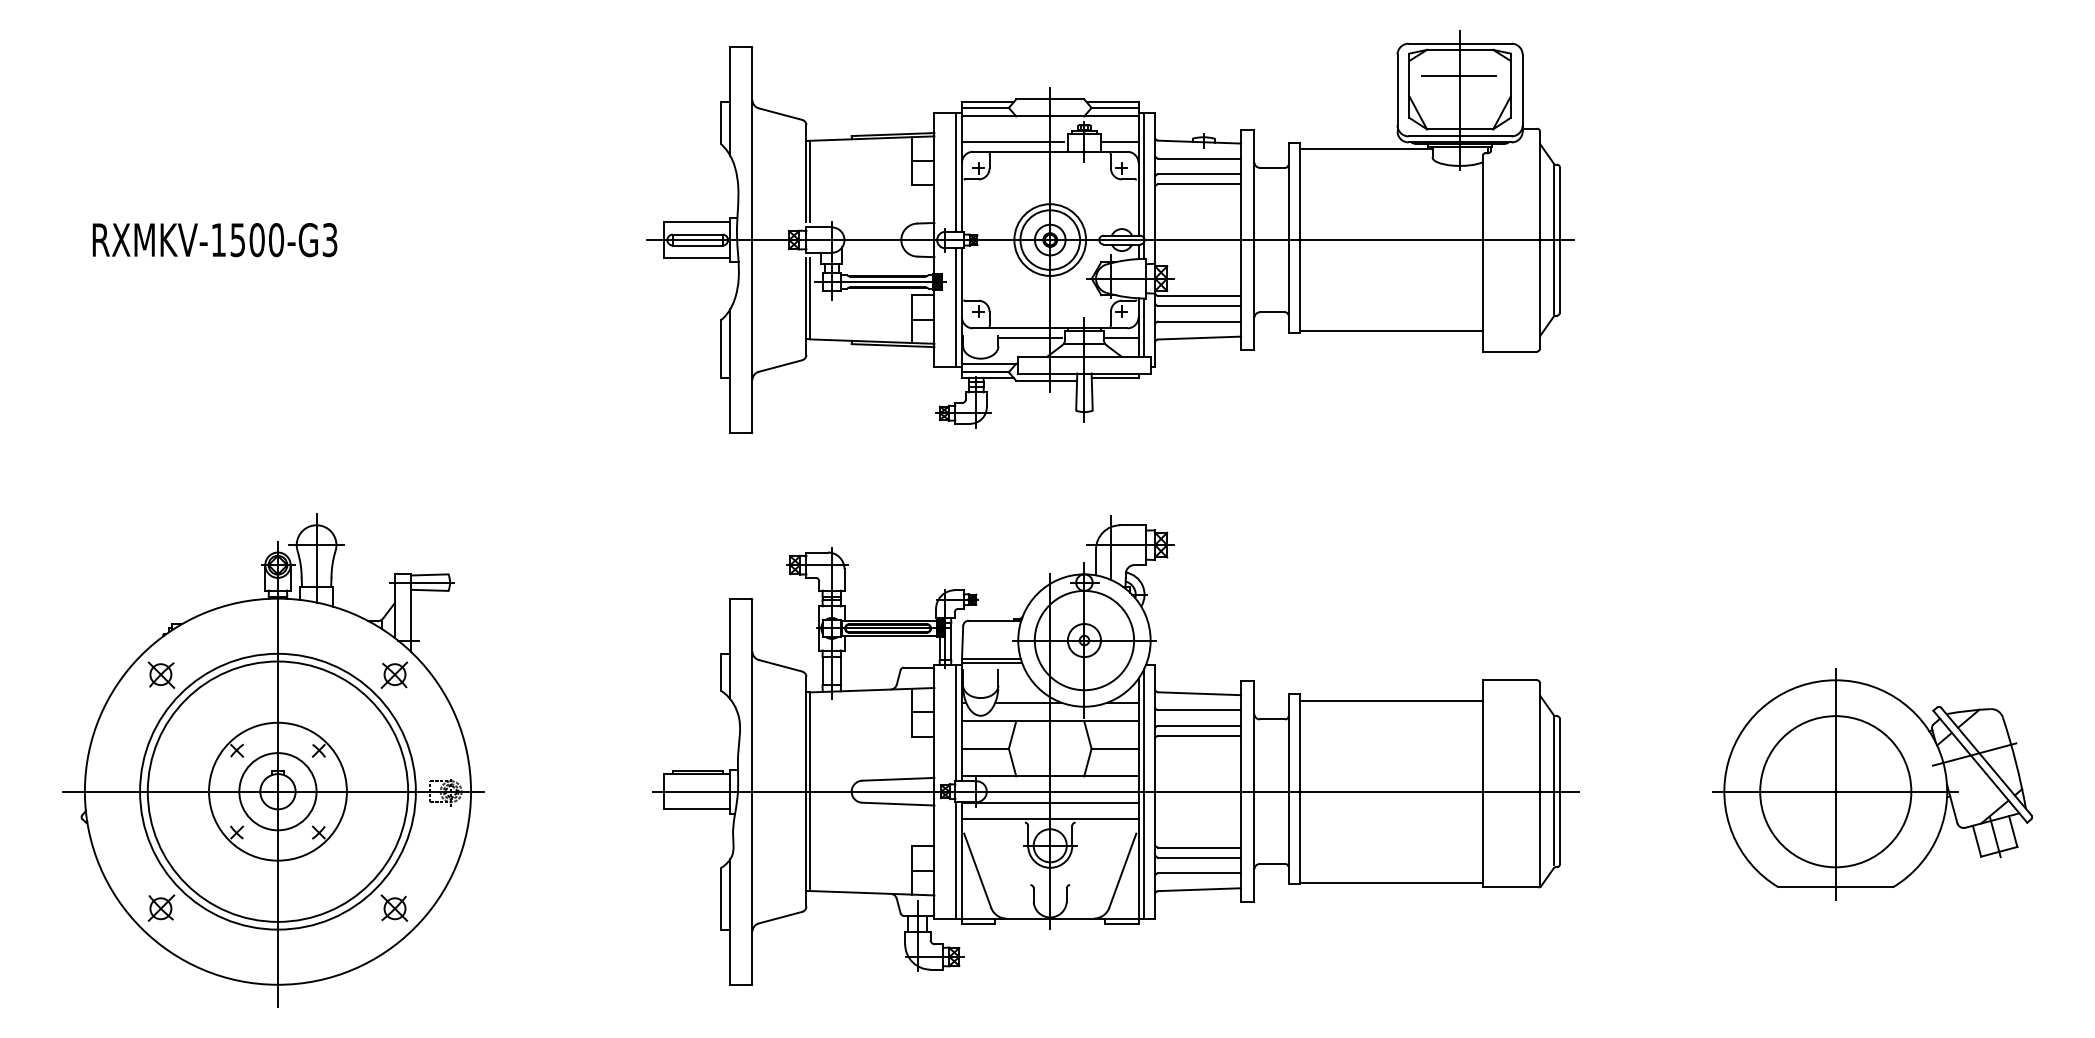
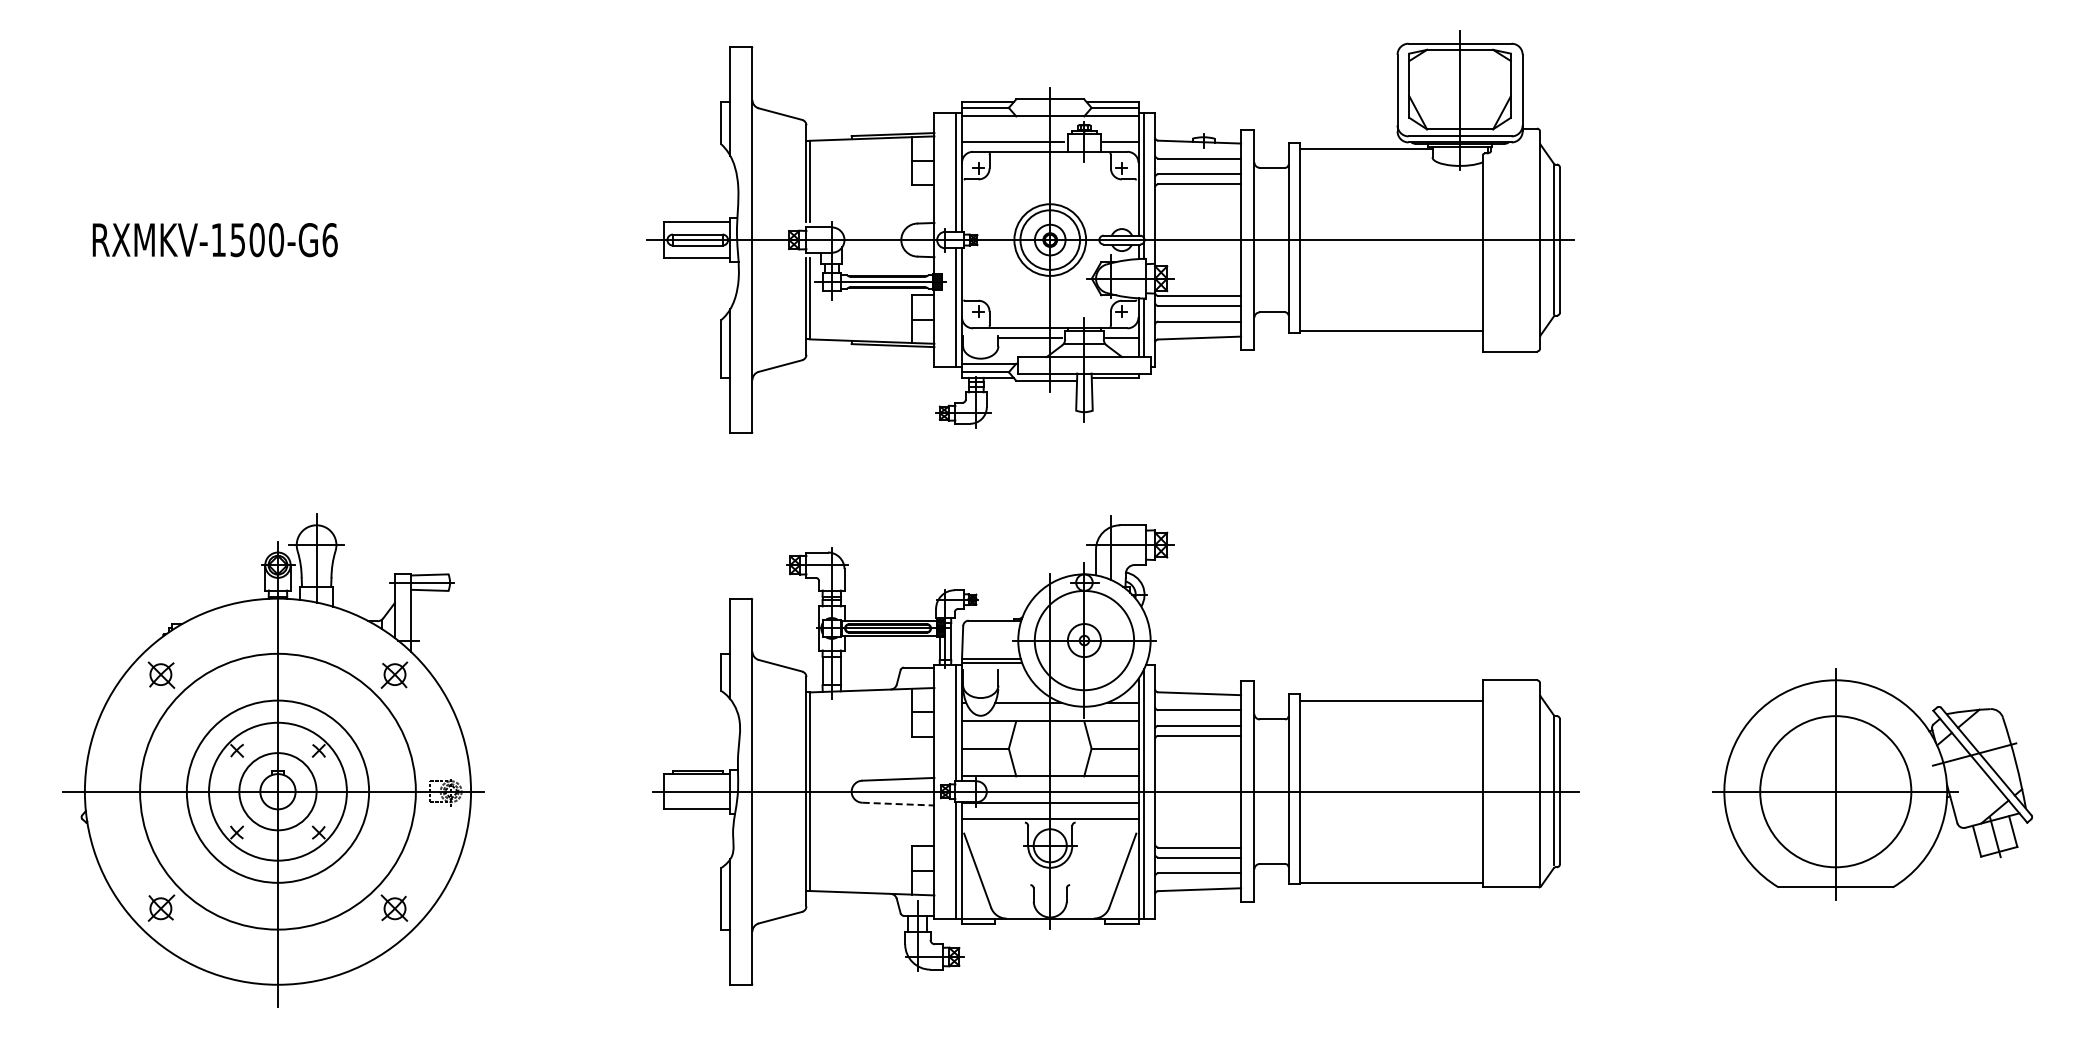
line at (1458, 75): present -> none
text at (329, 240): RXMKV-1500-G3 -> RXMKV-1500-G6
circle at (277, 791) diameter: 260 px -> 182 px
line at (898, 804): solid -> dashed
